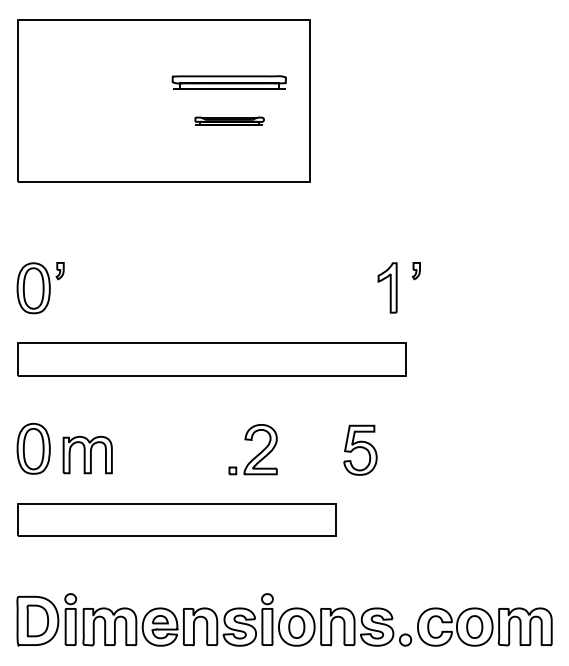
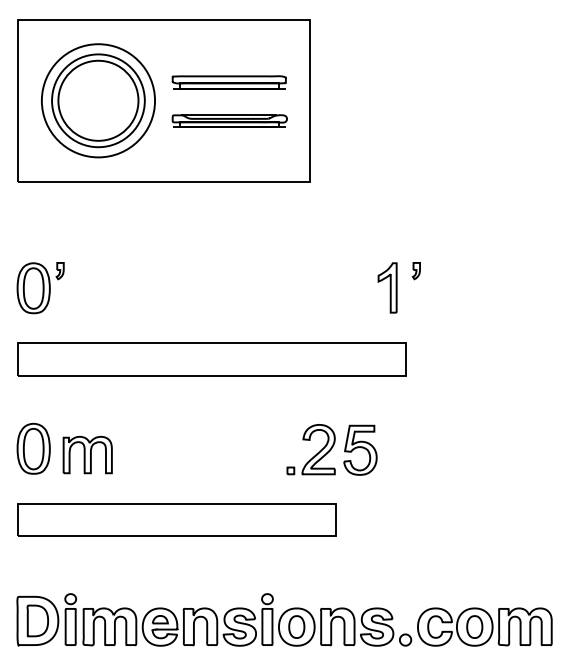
part at (98, 100): none -> present
part at (229, 120) size: 71x10 px -> 117x14 px
part at (257, 454) position: (257, 454) -> (315, 454)
